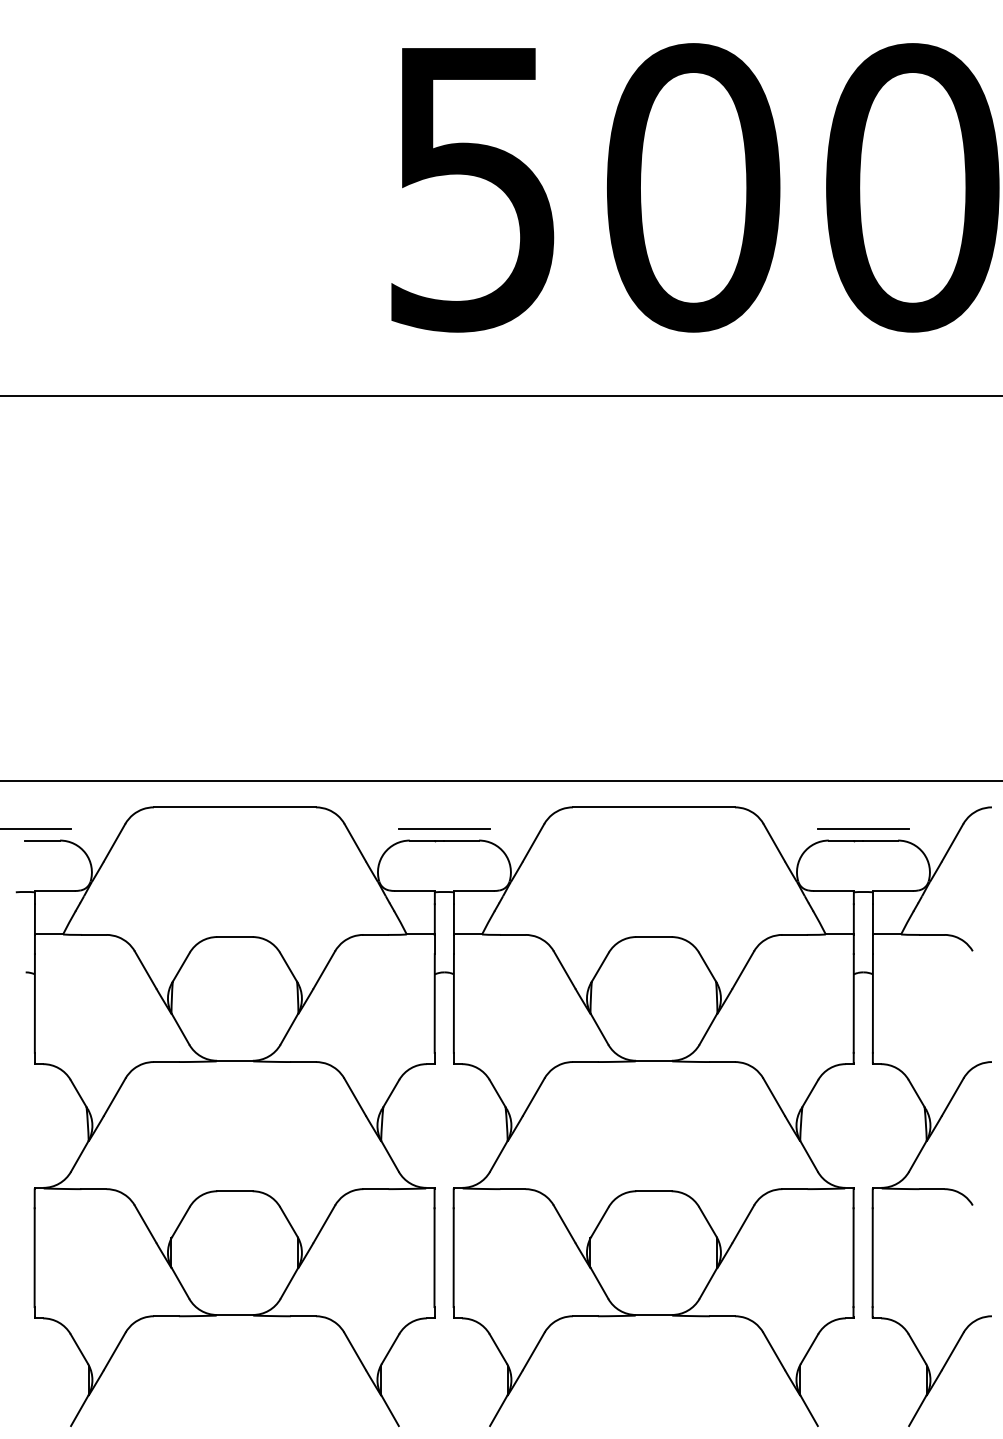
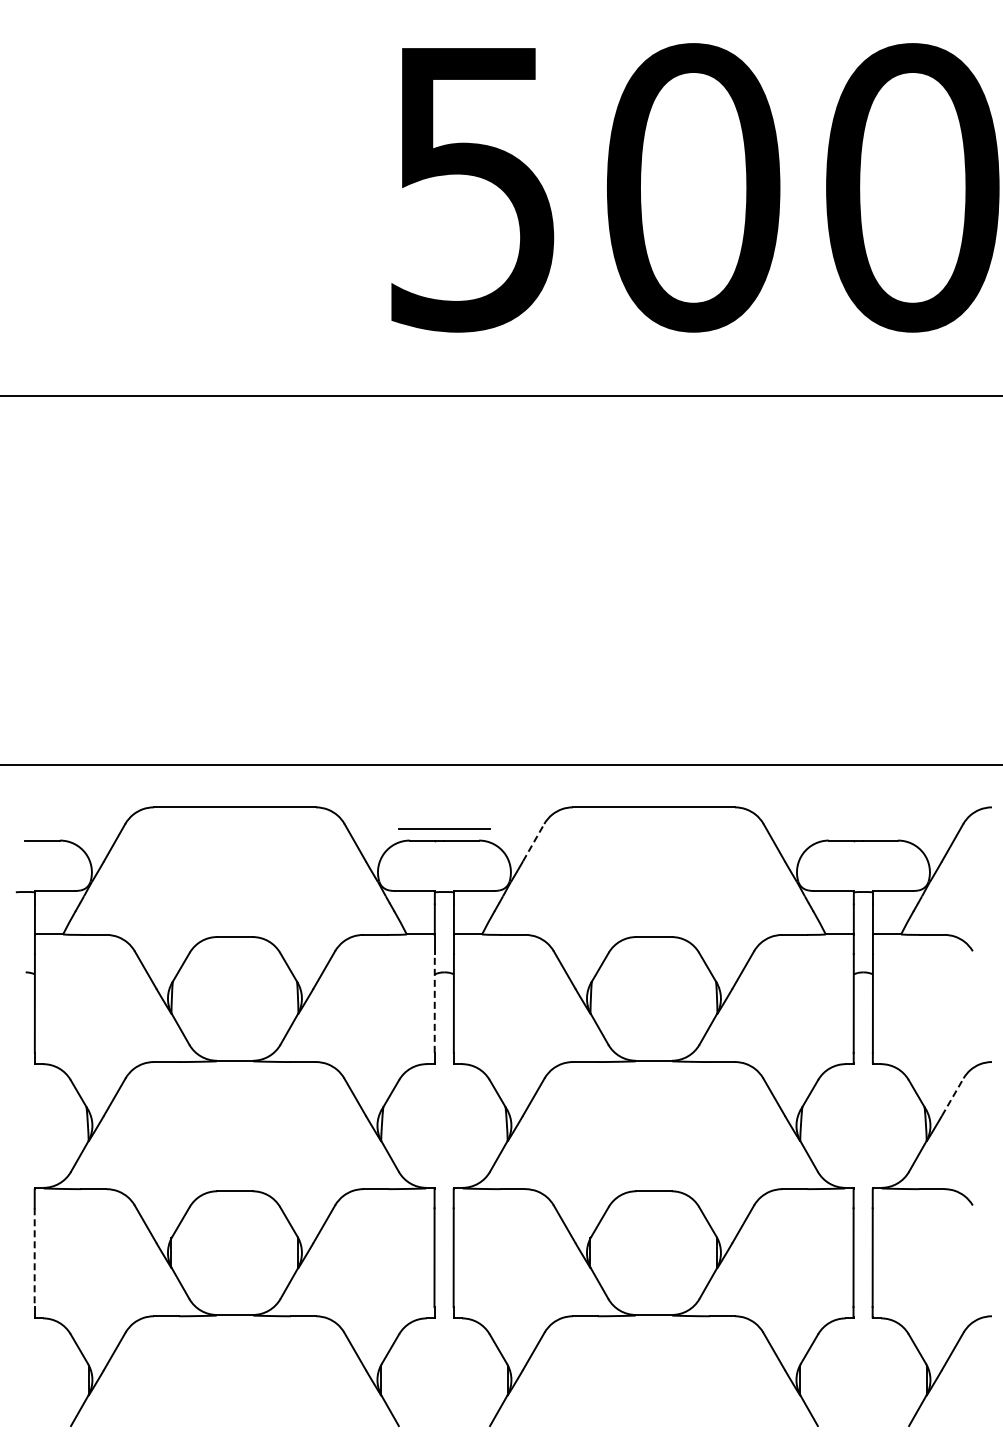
line at (500, 780) position: (500, 780) -> (500, 764)
line at (36, 828): present -> none
line at (863, 828): present -> none
line at (533, 842): solid -> dashed
line at (434, 1002): solid -> dashed
line at (952, 1097): solid -> dashed
line at (34, 1258): solid -> dashed
